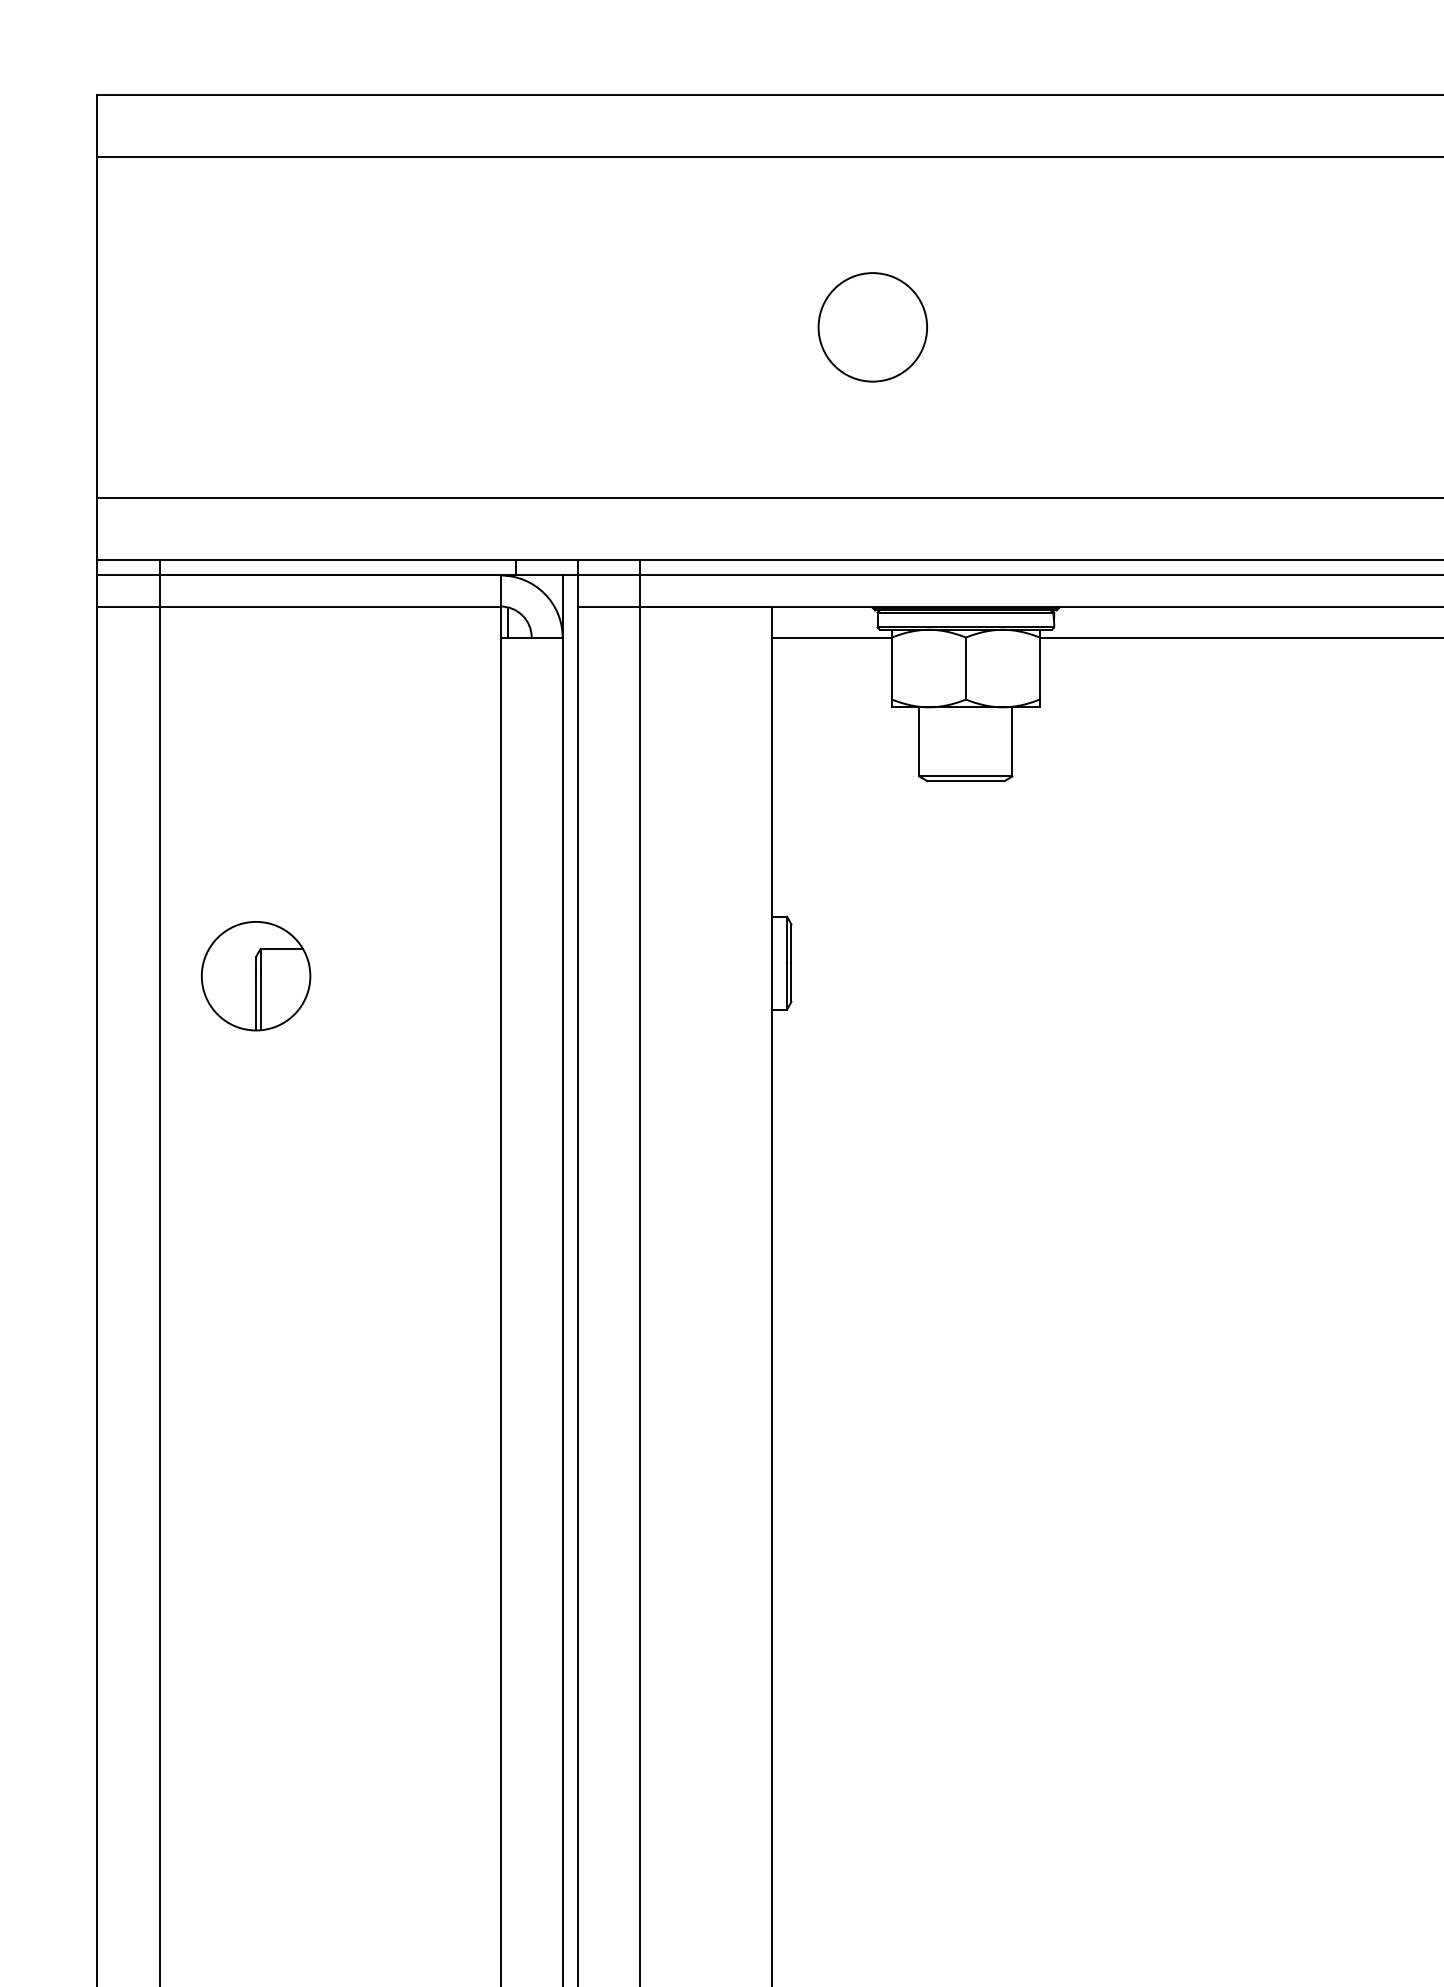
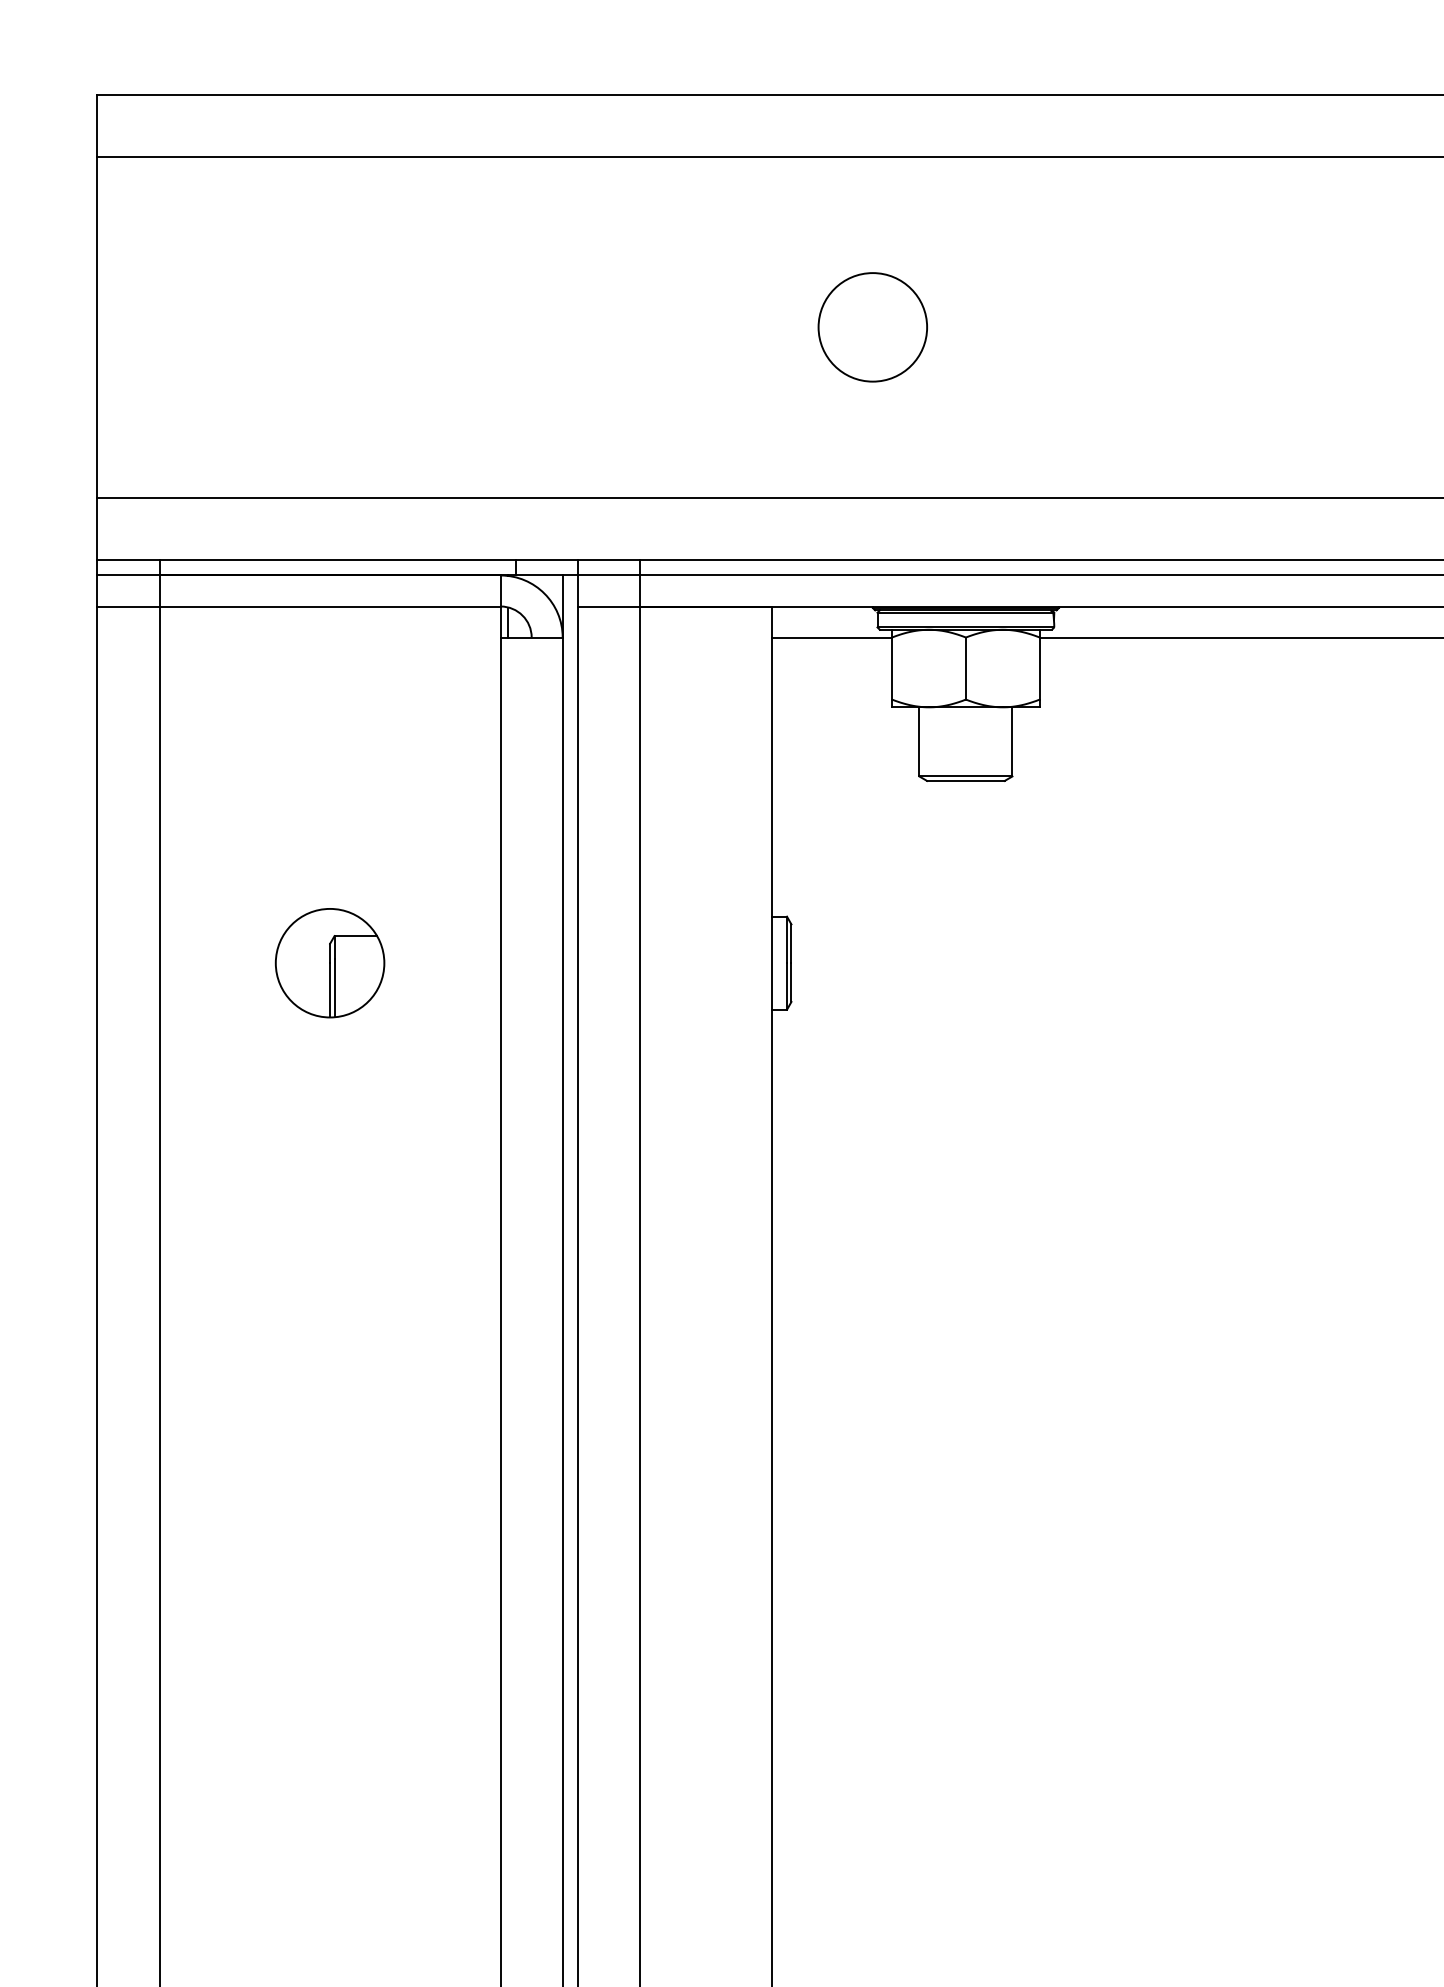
part at (255, 976) position: (255, 976) -> (329, 963)
